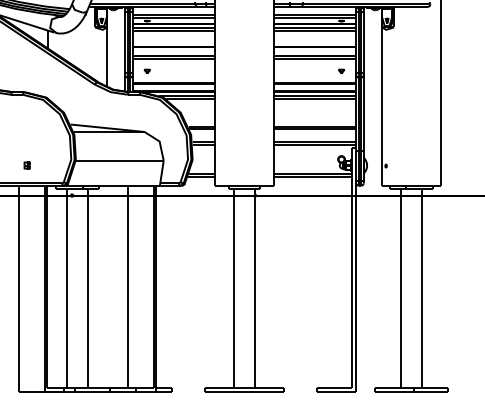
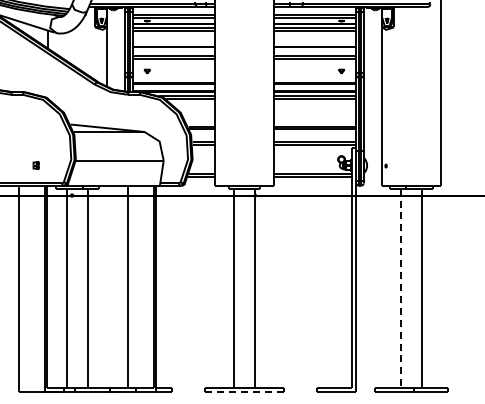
part at (26, 165) position: (26, 165) -> (35, 165)
line at (401, 288): solid -> dashed
line at (243, 392): solid -> dashed
